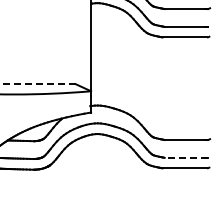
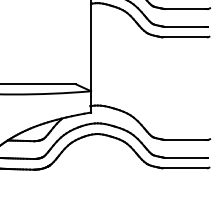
line at (37, 84): dashed -> solid
line at (186, 157): dashed -> solid
